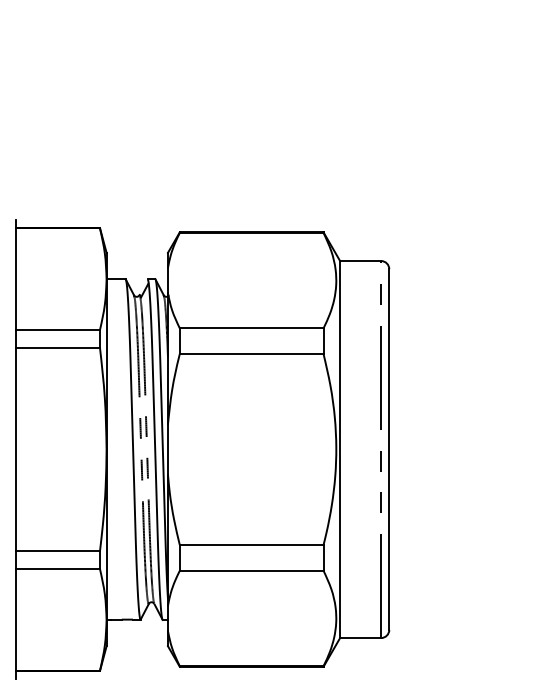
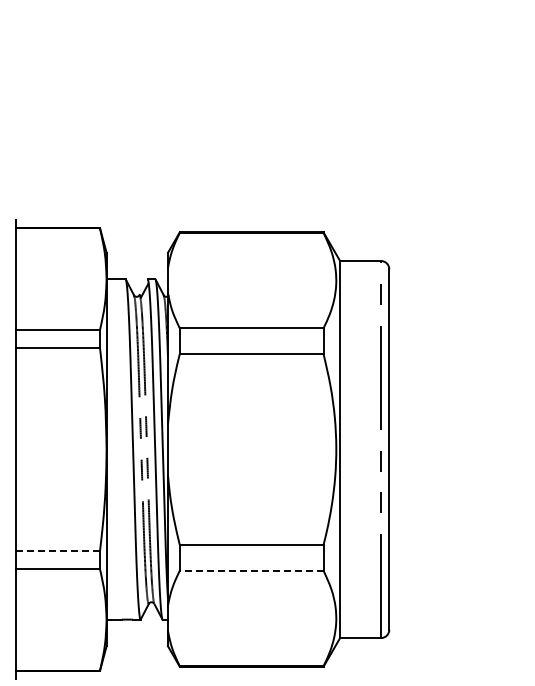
line at (58, 550): solid -> dashed
line at (251, 570): solid -> dashed
